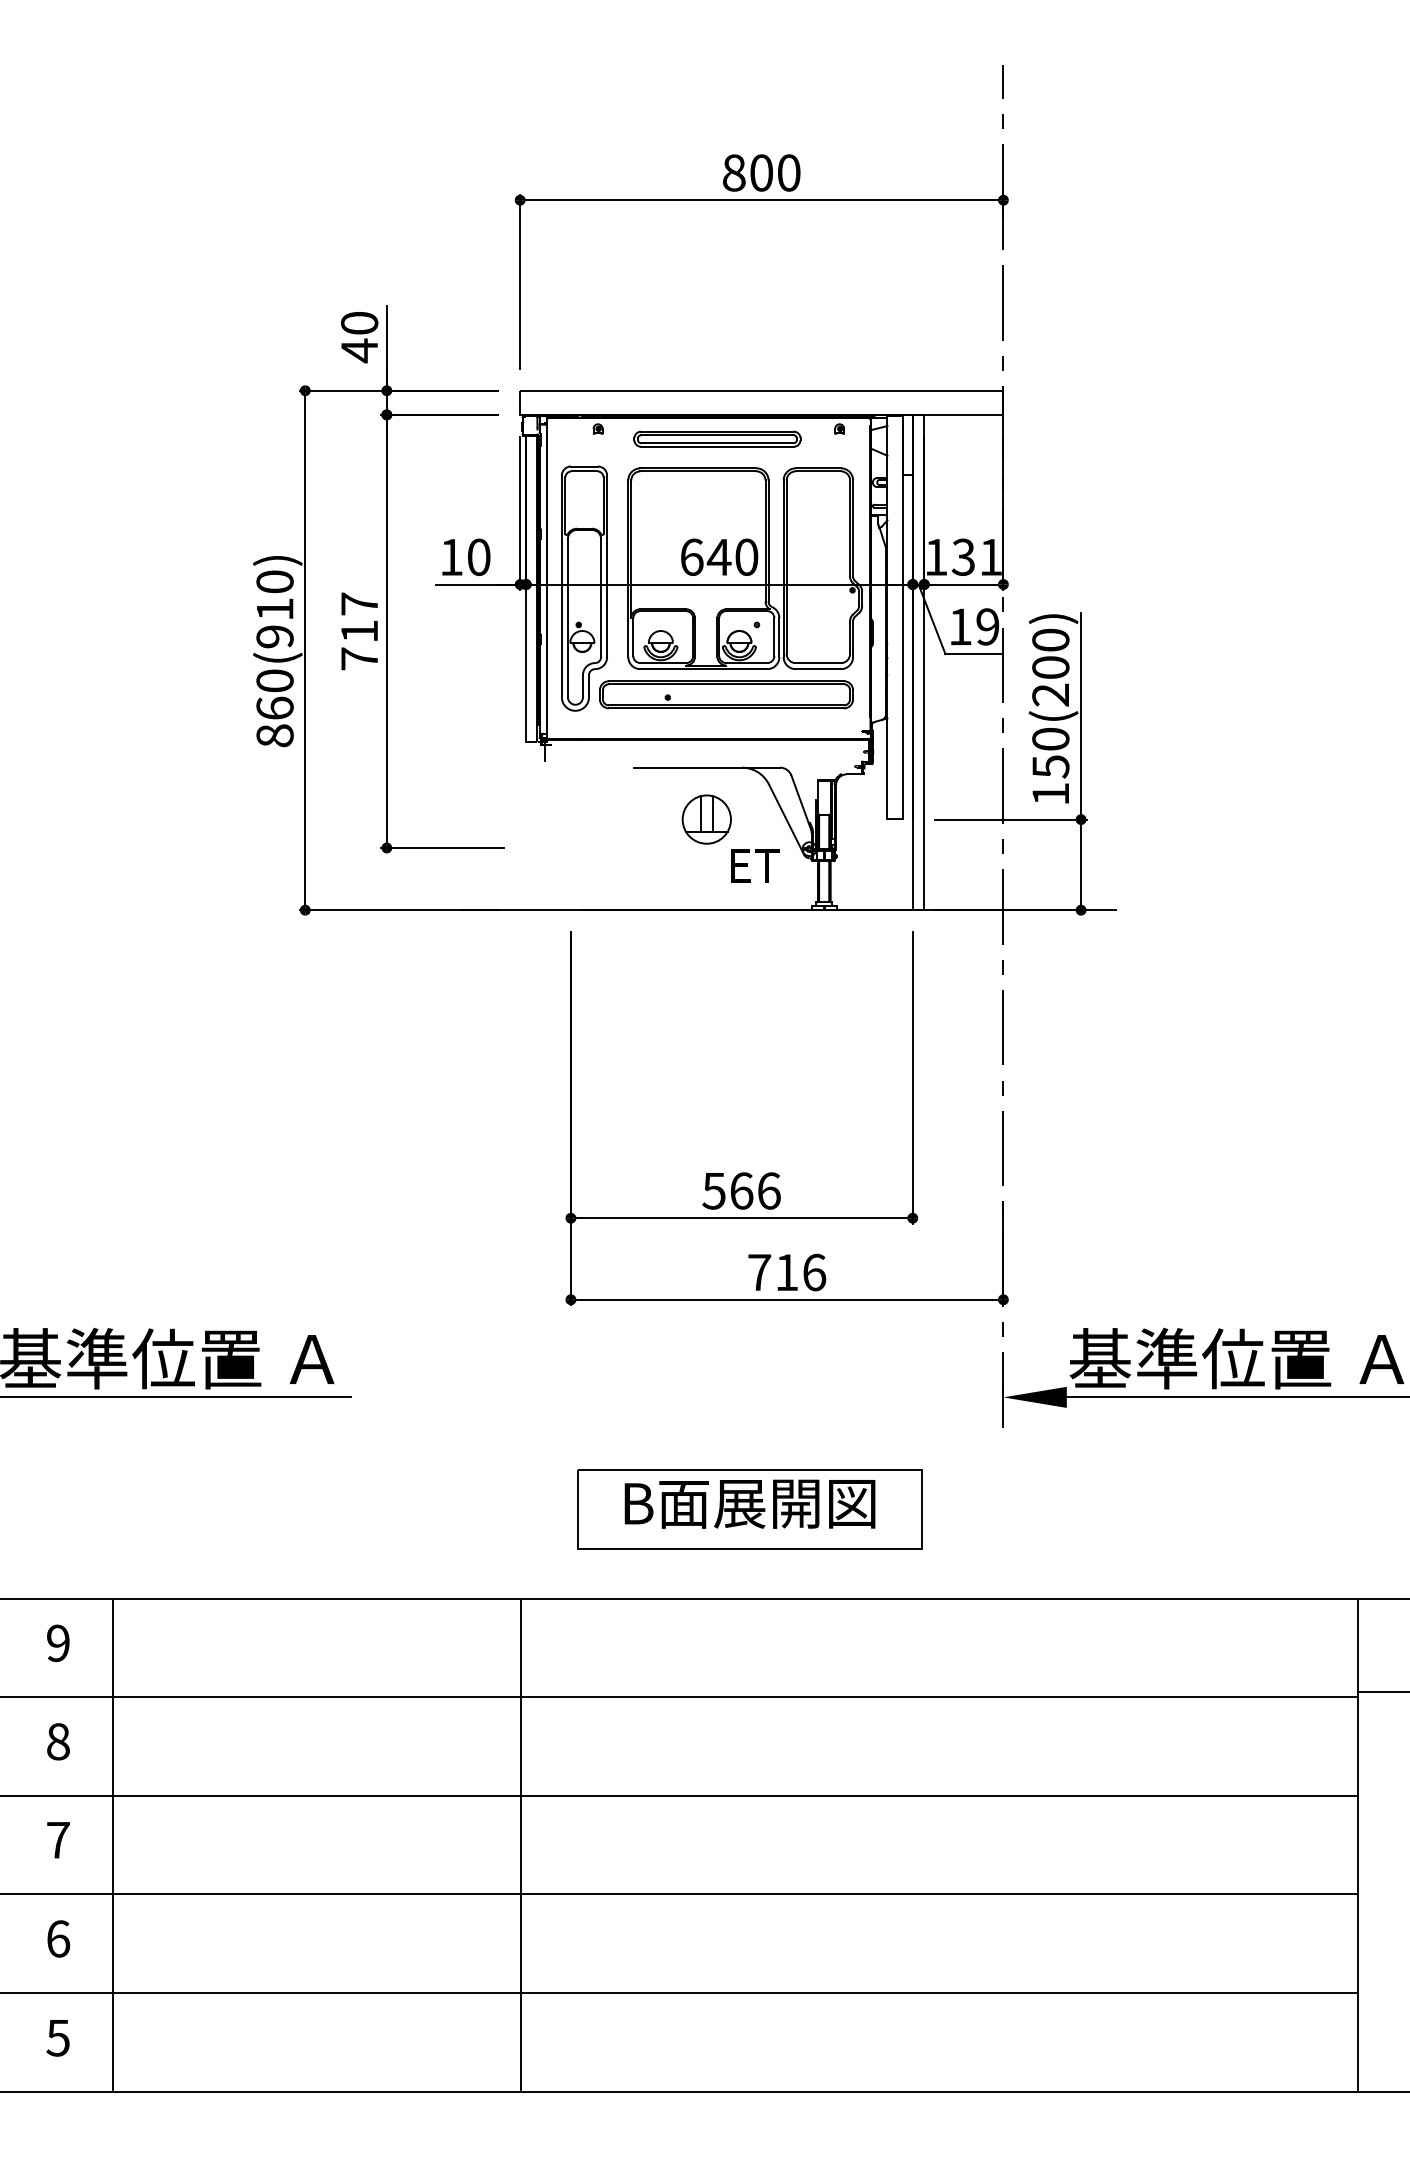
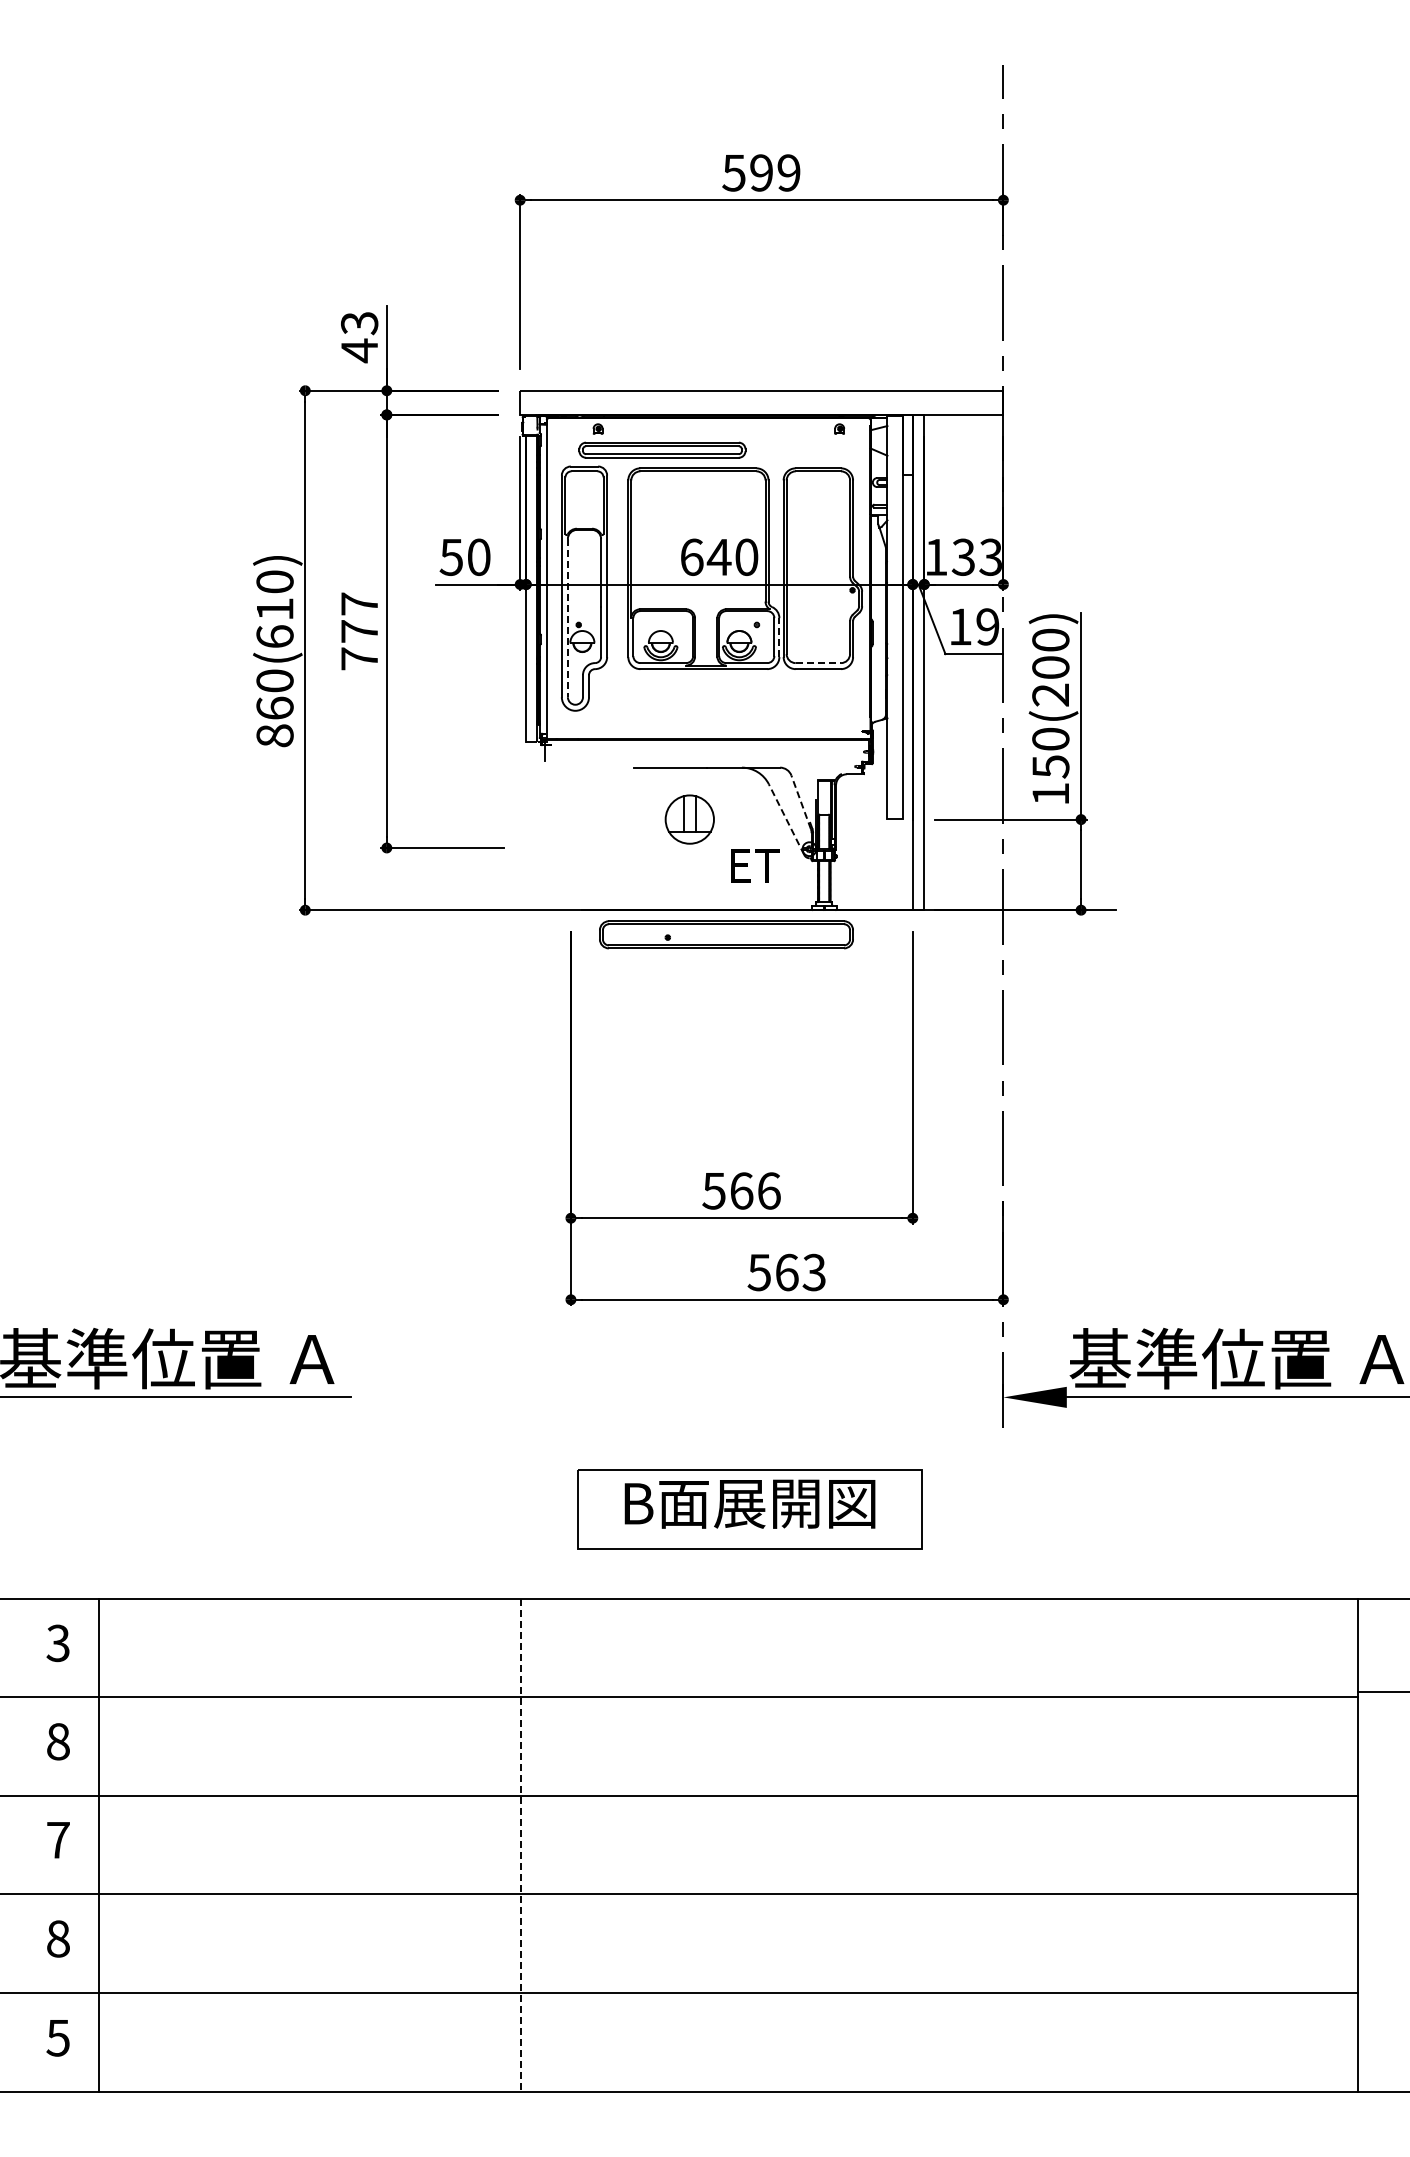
text at (761, 172): 800 -> 599
text at (359, 323): 40 -> 43
part at (717, 438) position: (717, 438) -> (662, 449)
text at (990, 556): 131 -> 133
text at (450, 557): 10 -> 50
line at (567, 618): solid -> dashed
text at (359, 631): 717 -> 777
text at (274, 636): 860(910) -> 860(610)
line at (779, 637): solid -> dashed
line at (818, 663): solid -> dashed
part at (726, 694) position: (726, 694) -> (726, 934)
line at (800, 801): solid -> dashed
part at (706, 819) position: (706, 819) -> (689, 819)
line at (786, 819): solid -> dashed
text at (786, 1272): 716 -> 563
text at (57, 1643): 9 -> 3
line at (113, 1845) position: (113, 1845) -> (99, 1845)
line at (520, 1845): solid -> dashed
text at (58, 1938): 6 -> 8
